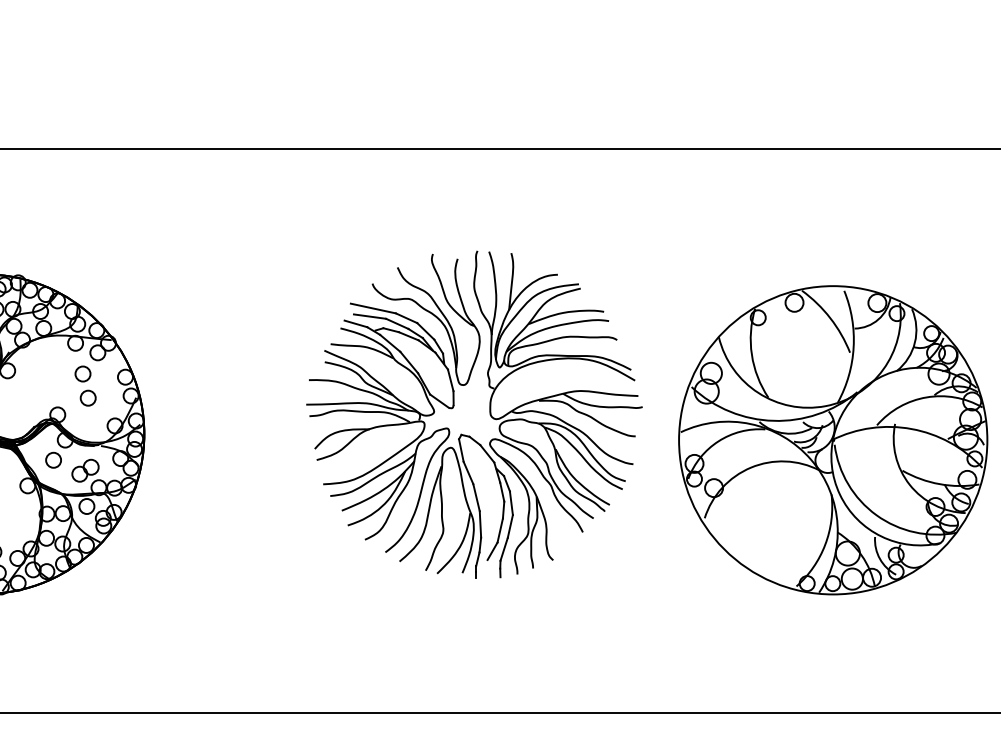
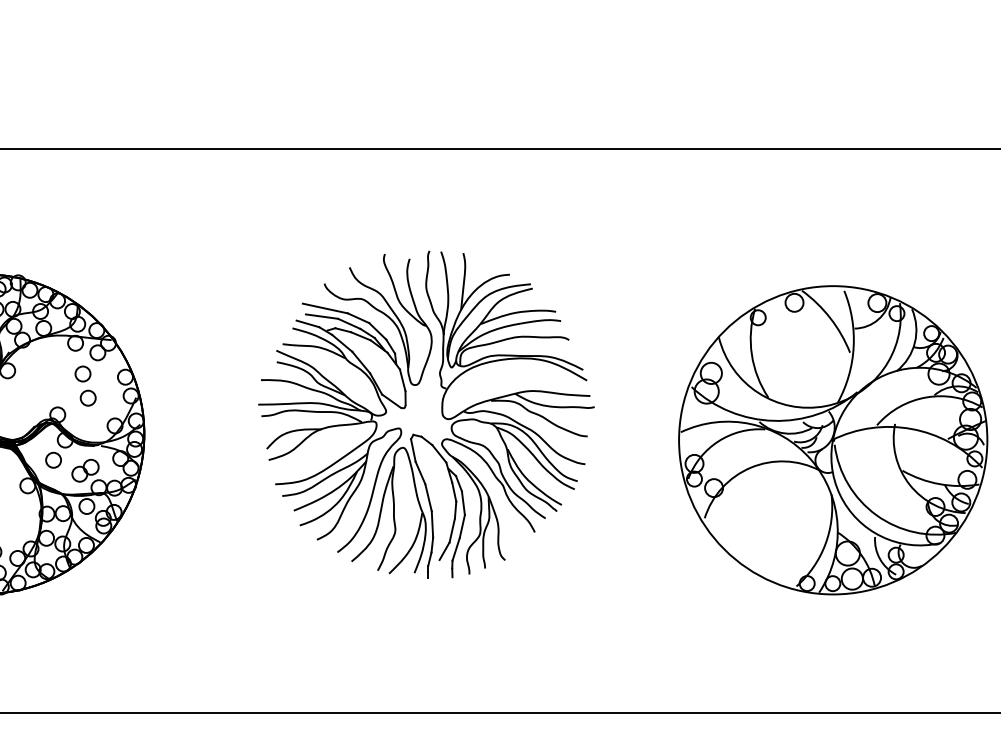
part at (489, 414) position: (489, 414) -> (441, 414)
